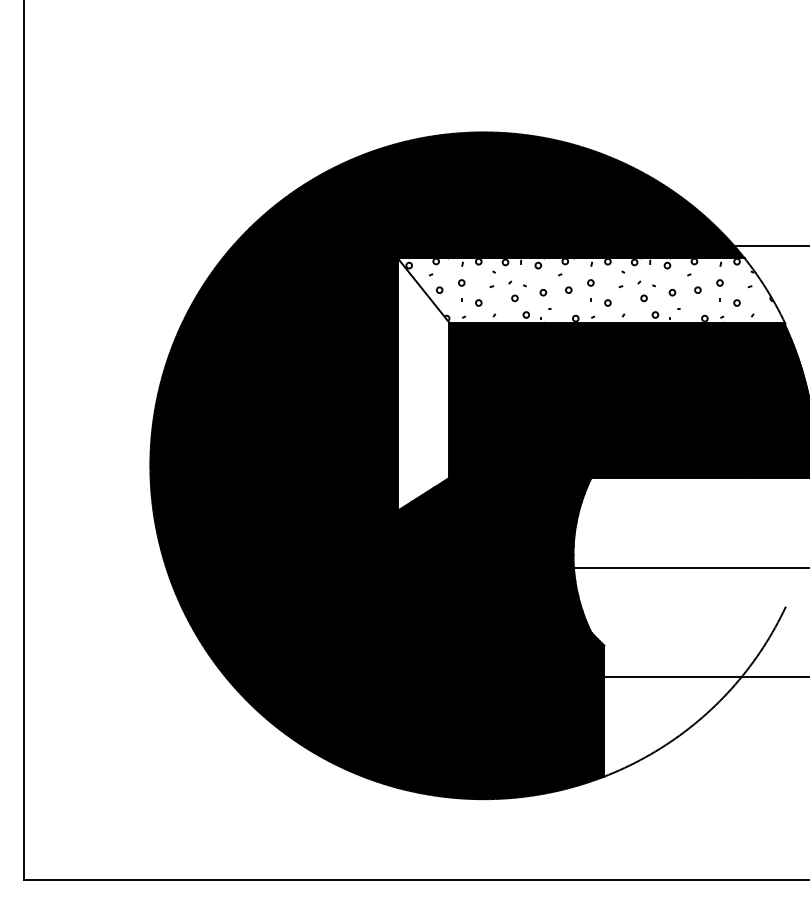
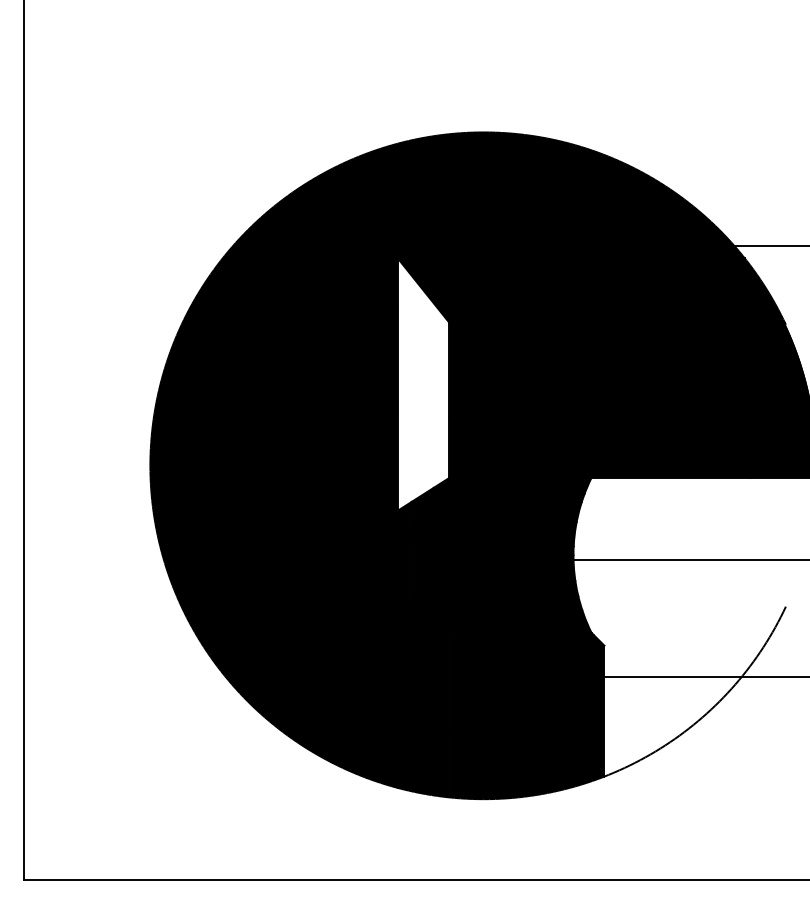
fill at (590, 290): none -> present
line at (668, 568) position: (668, 568) -> (668, 560)
